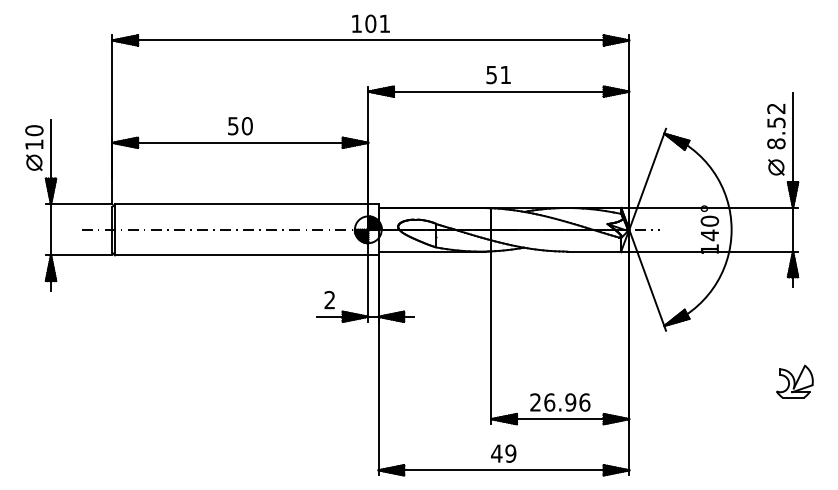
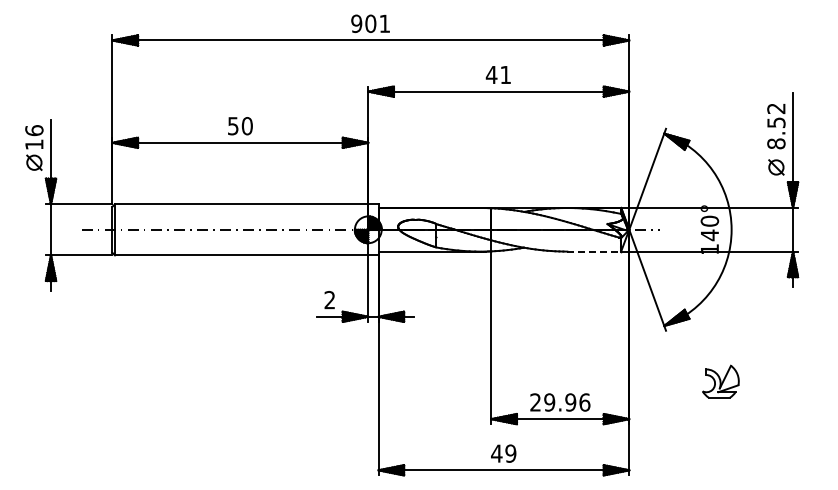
text at (356, 23): 101 -> 901
text at (491, 75): 51 -> 41
text at (34, 130): 10 -> 16
line at (594, 251): solid -> dashed
part at (794, 381) position: (794, 381) -> (720, 381)
text at (549, 402): 26.96 -> 29.96
